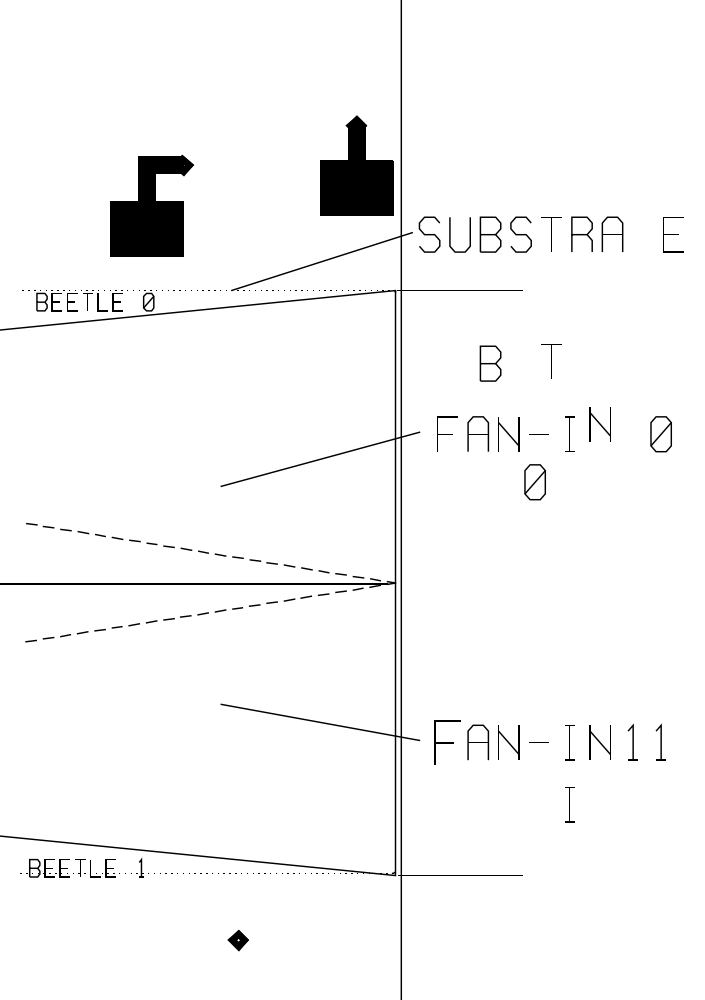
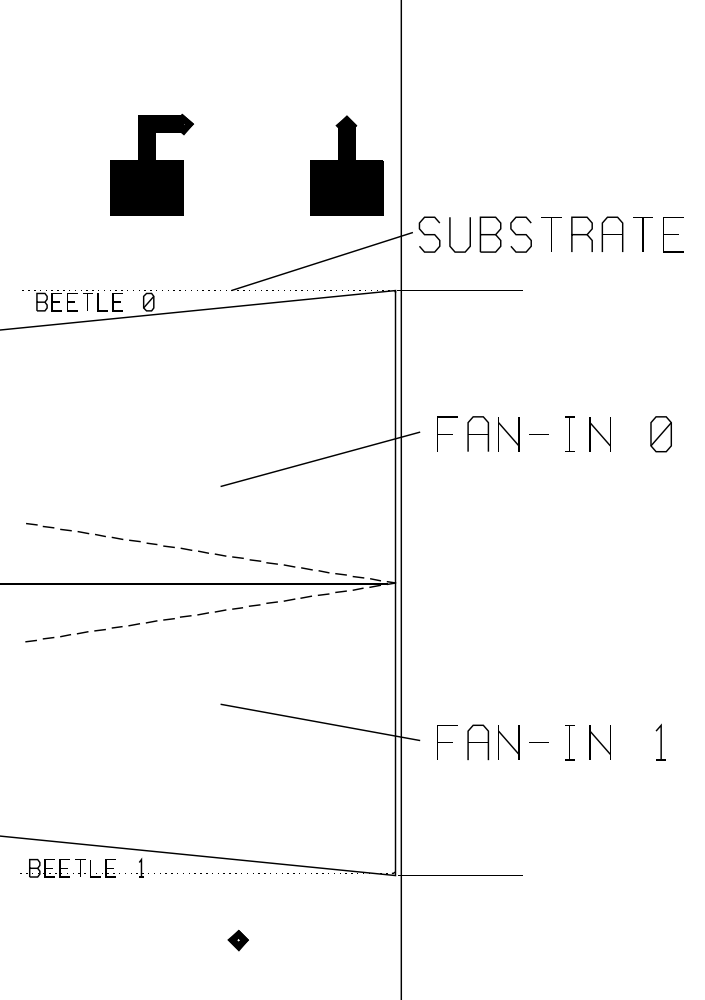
part at (356, 165) position: (356, 165) -> (346, 165)
part at (151, 205) position: (151, 205) -> (151, 164)
part at (642, 234): none -> present
part at (551, 361): present -> none
part at (490, 363): present -> none
part at (599, 424) position: (599, 424) -> (599, 434)
part at (534, 482): present -> none
part at (632, 741): present -> none
part at (447, 742) size: 27x45 px -> 21x35 px
part at (569, 804): present -> none
